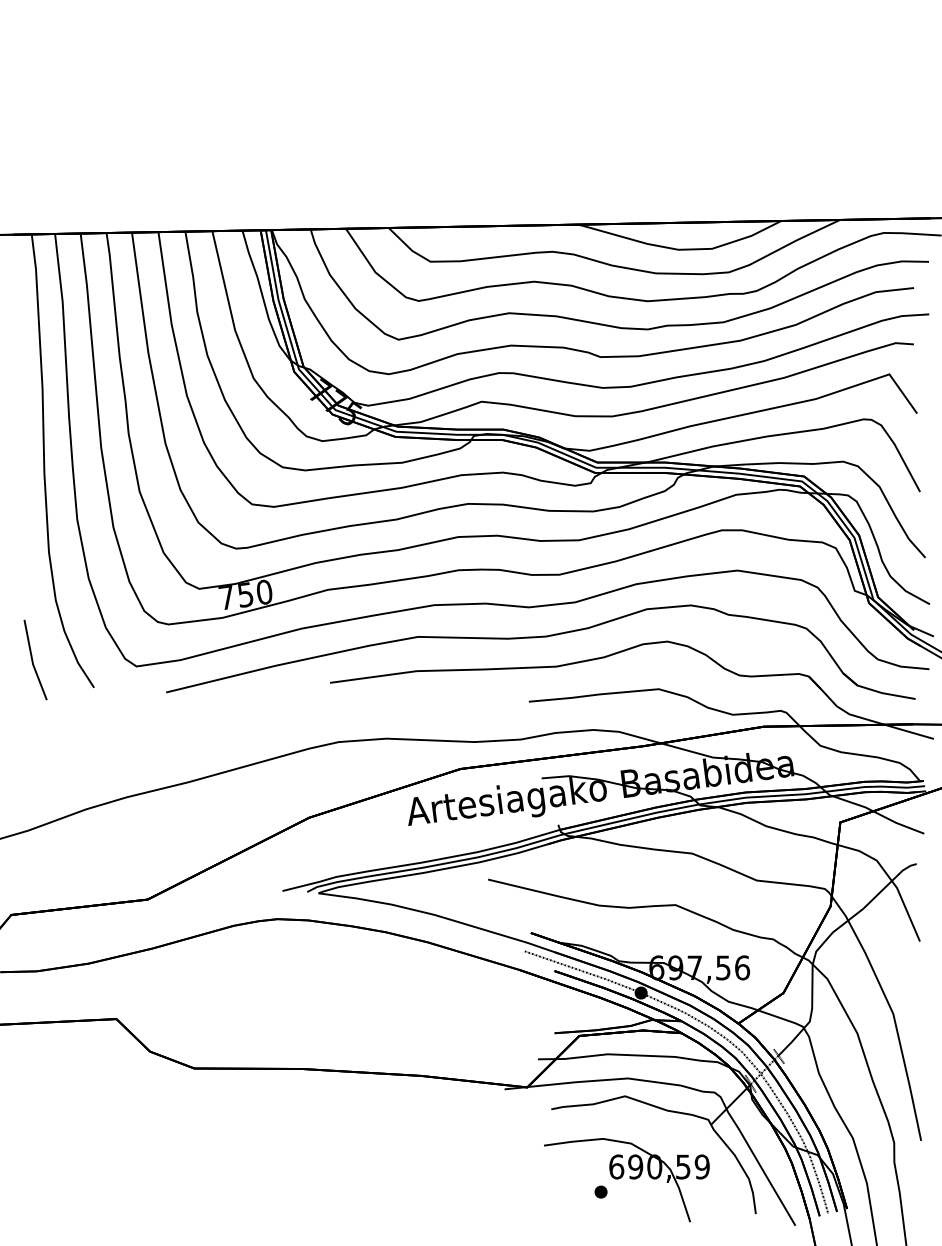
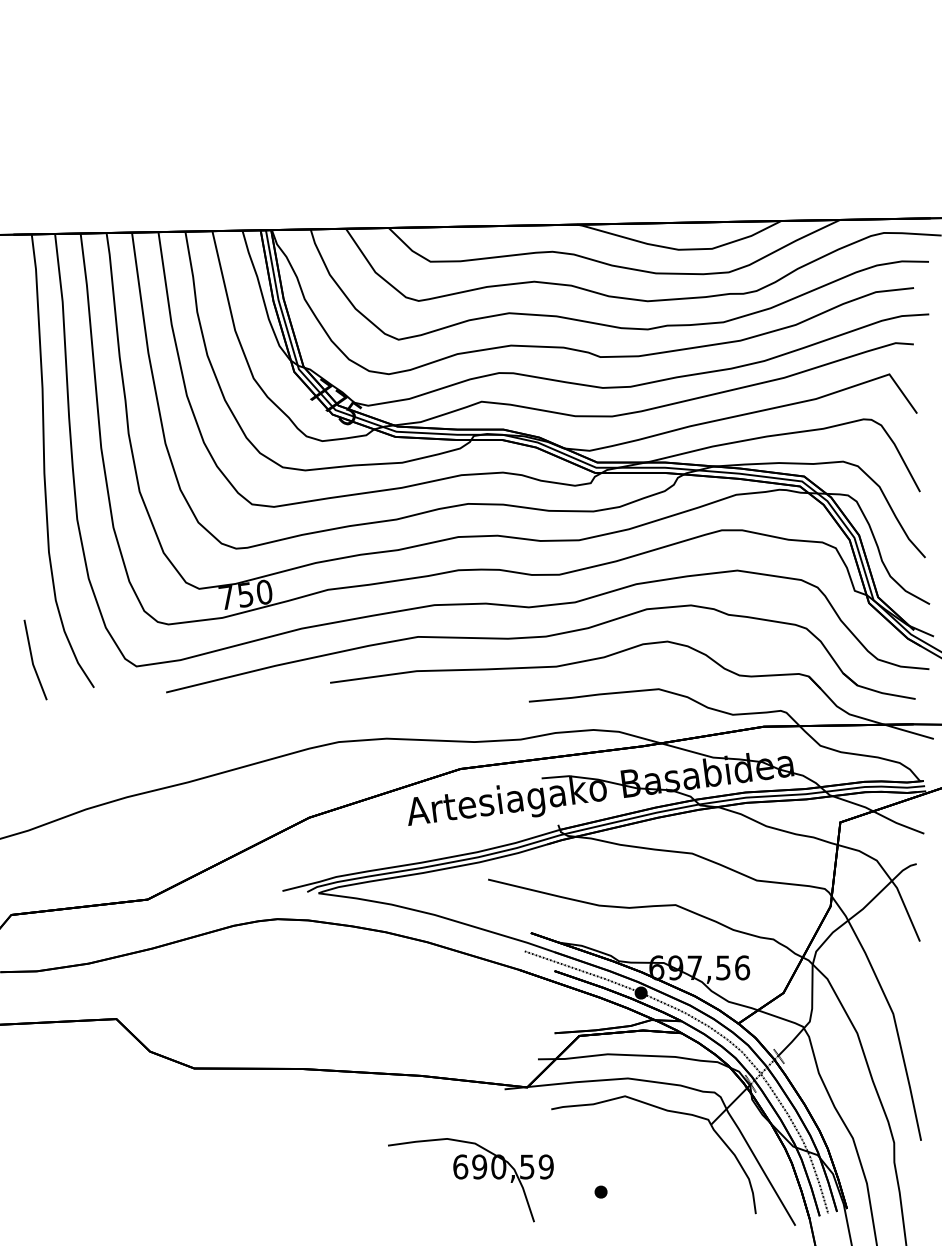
part at (626, 1180) position: (626, 1180) -> (470, 1180)
